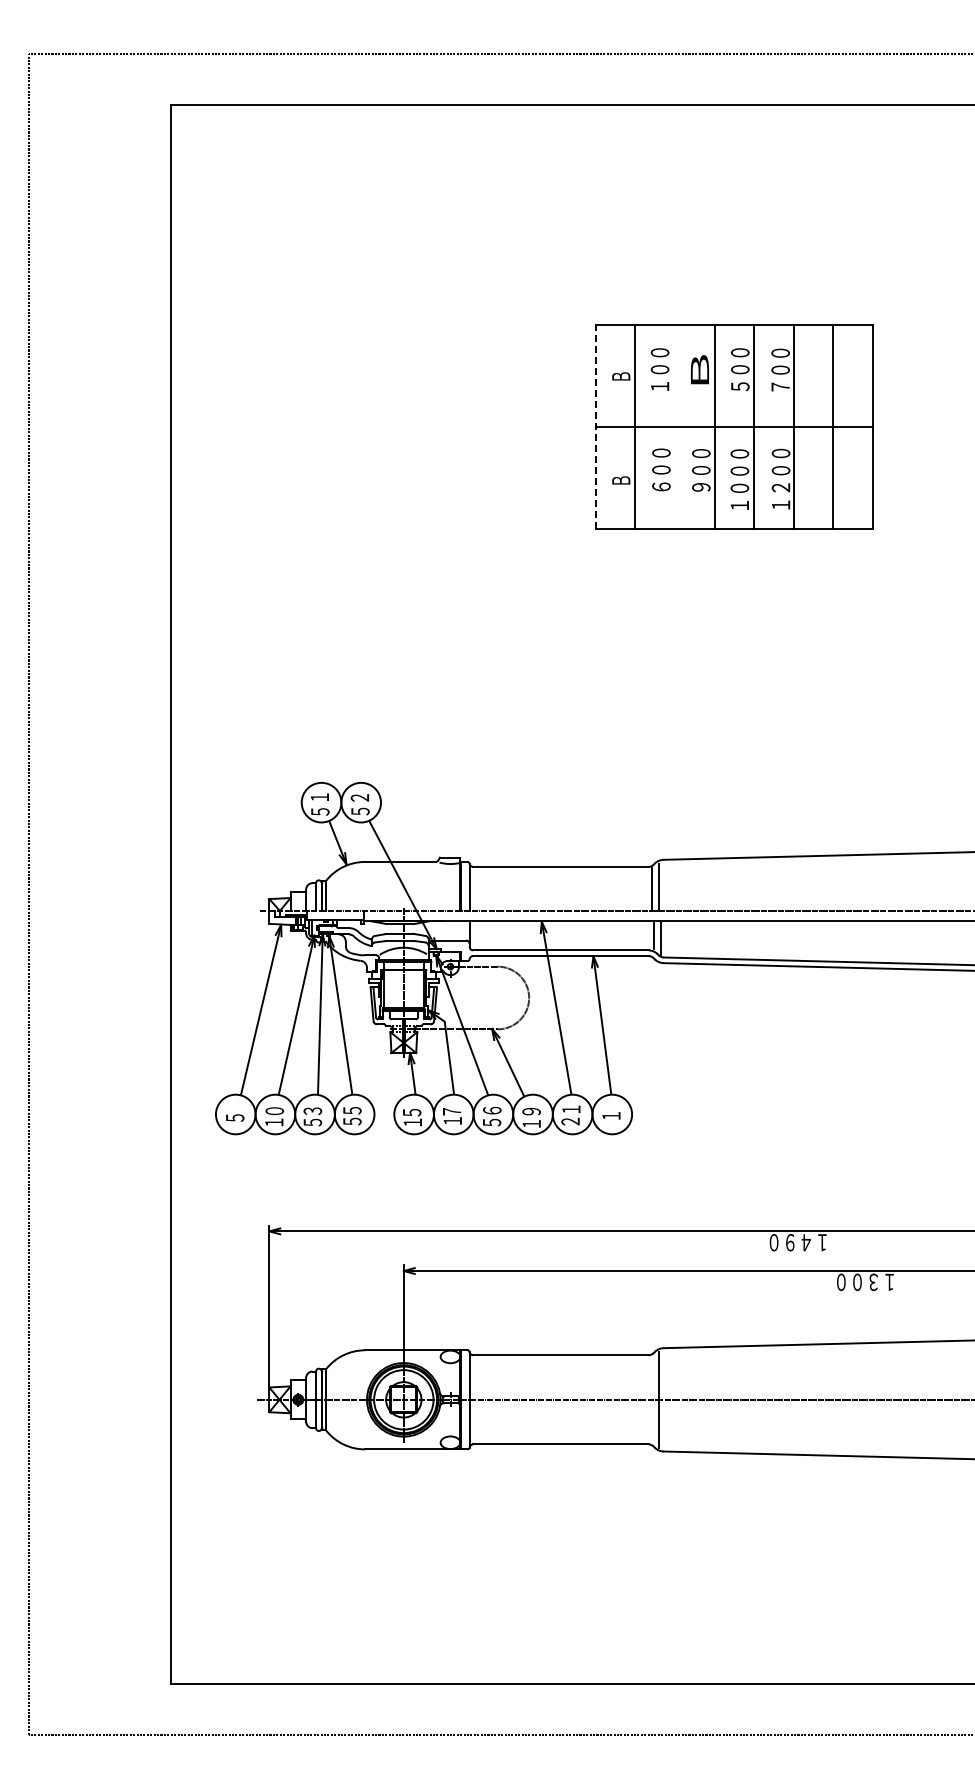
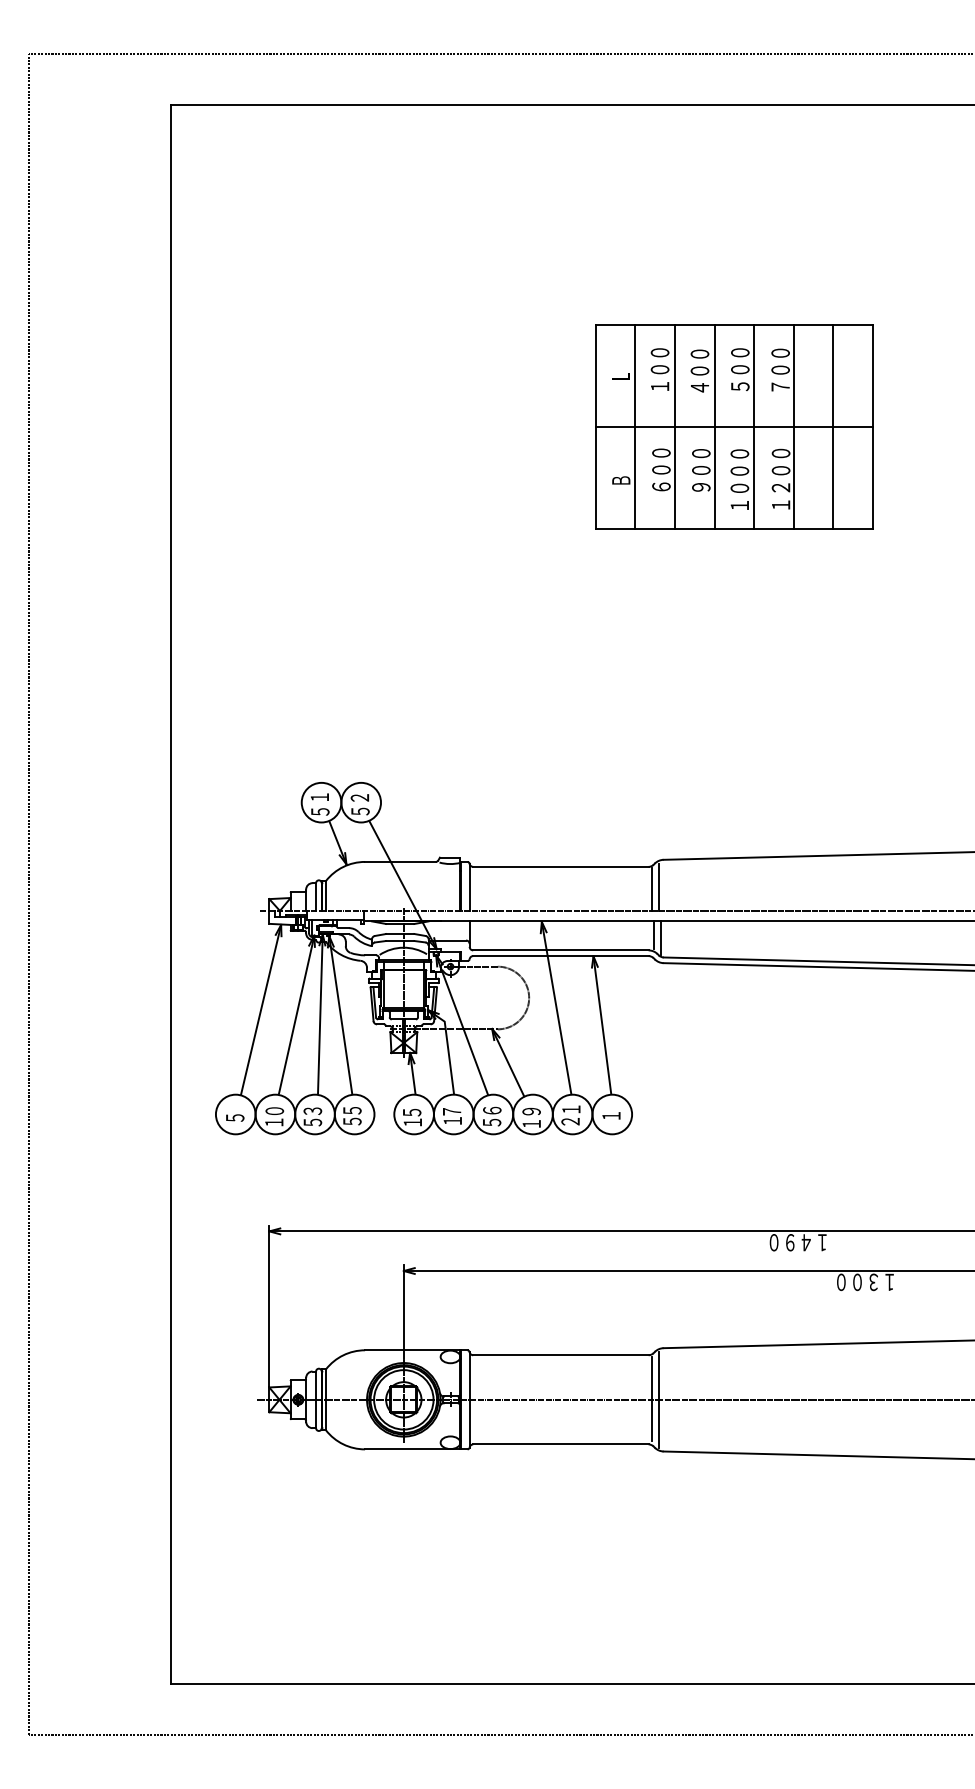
text at (699, 370): Ｂ -> ４００
text at (621, 376): Ｂ -> Ｌ
line at (595, 427): dashed -> solid
line at (674, 427): none -> present
line at (651, 1398): none -> present
